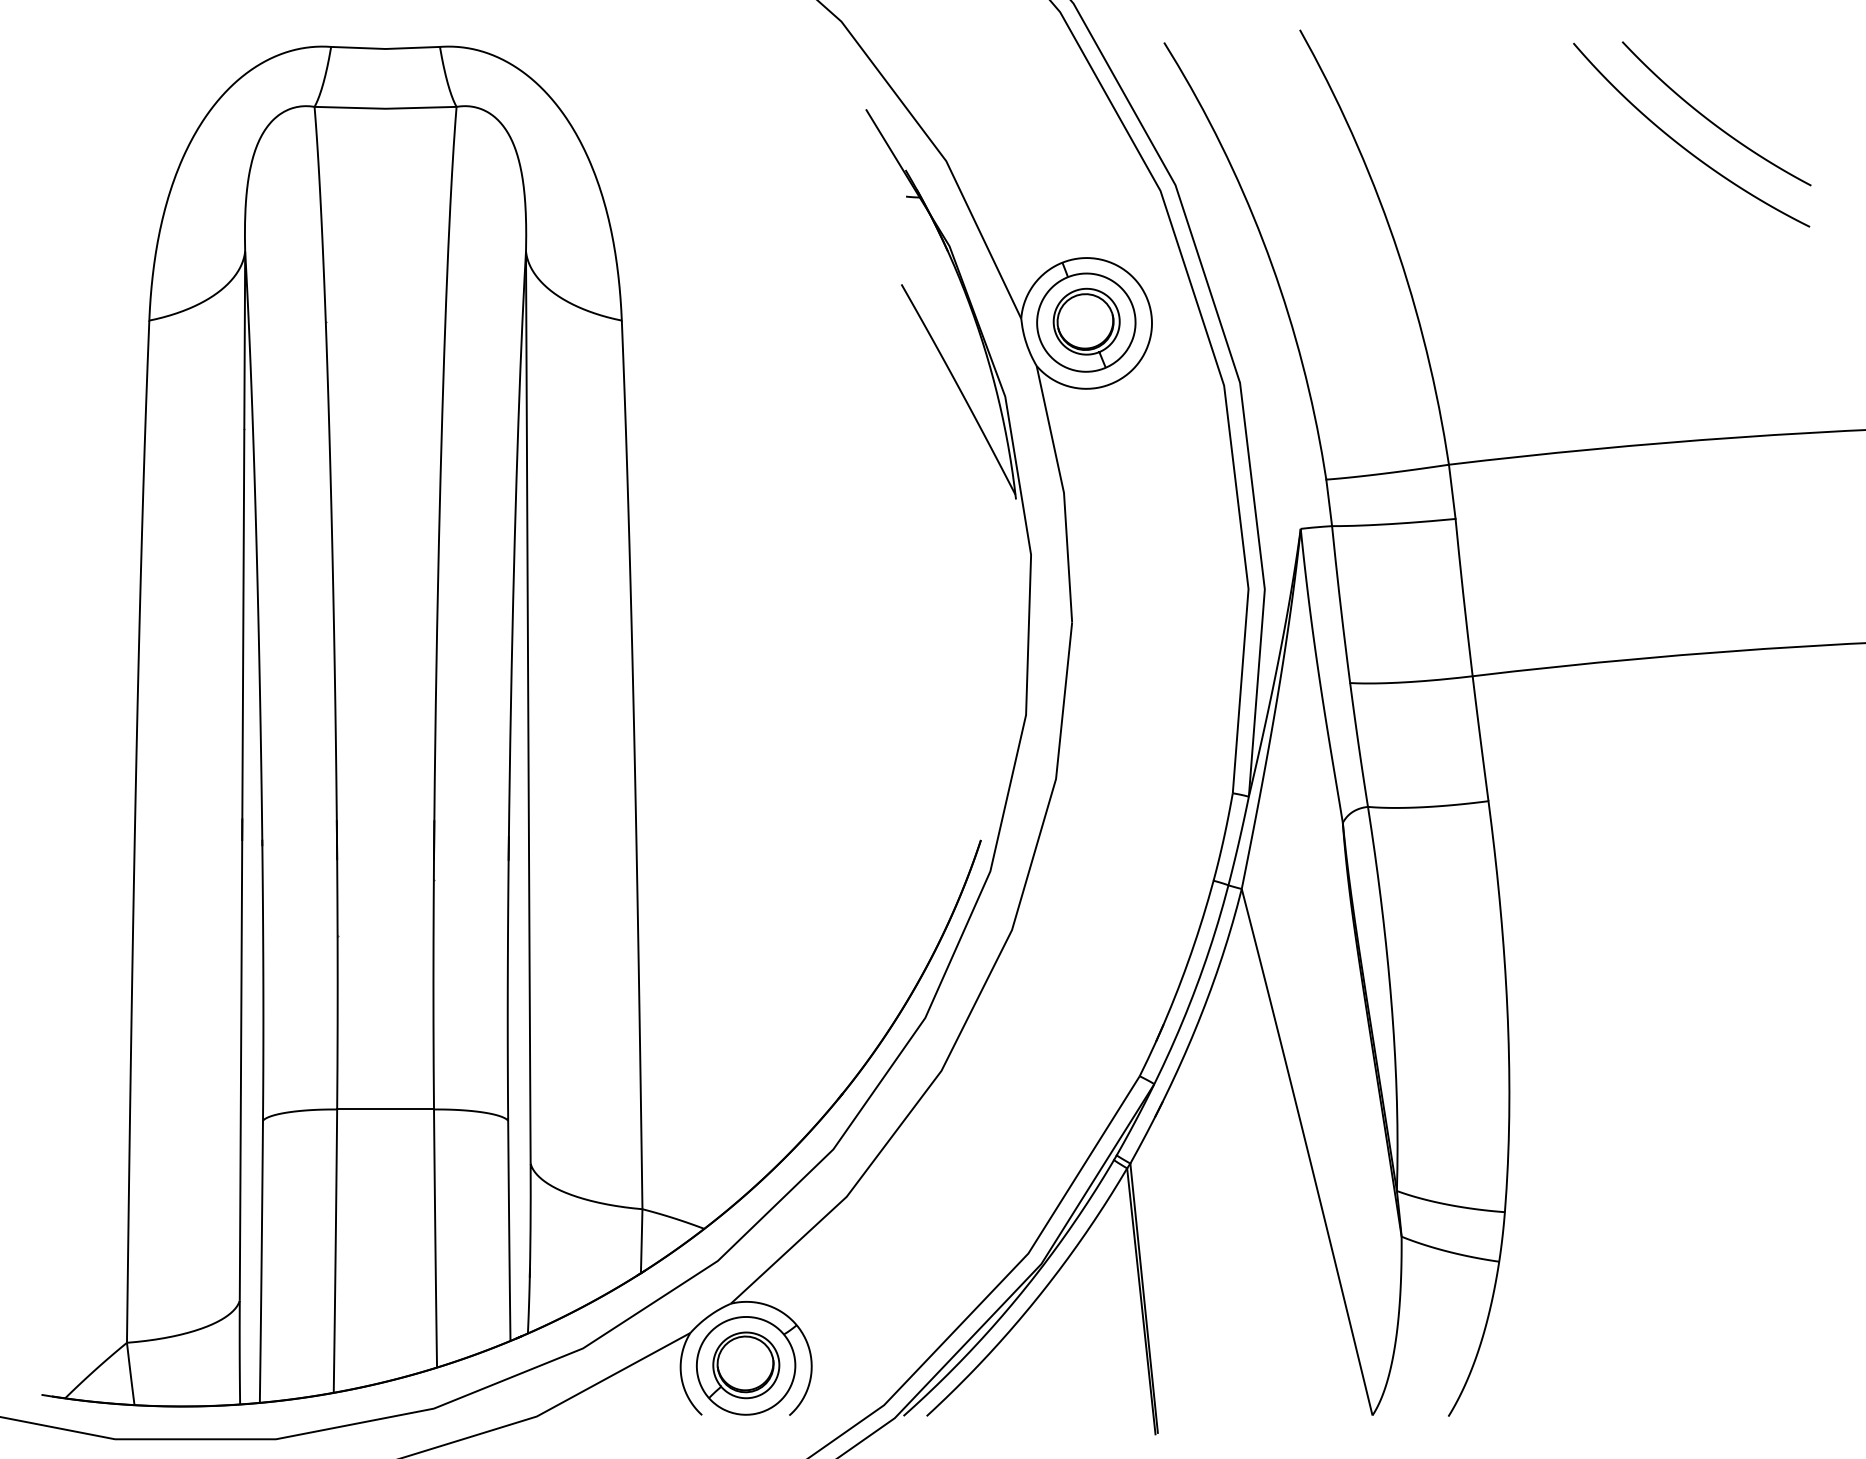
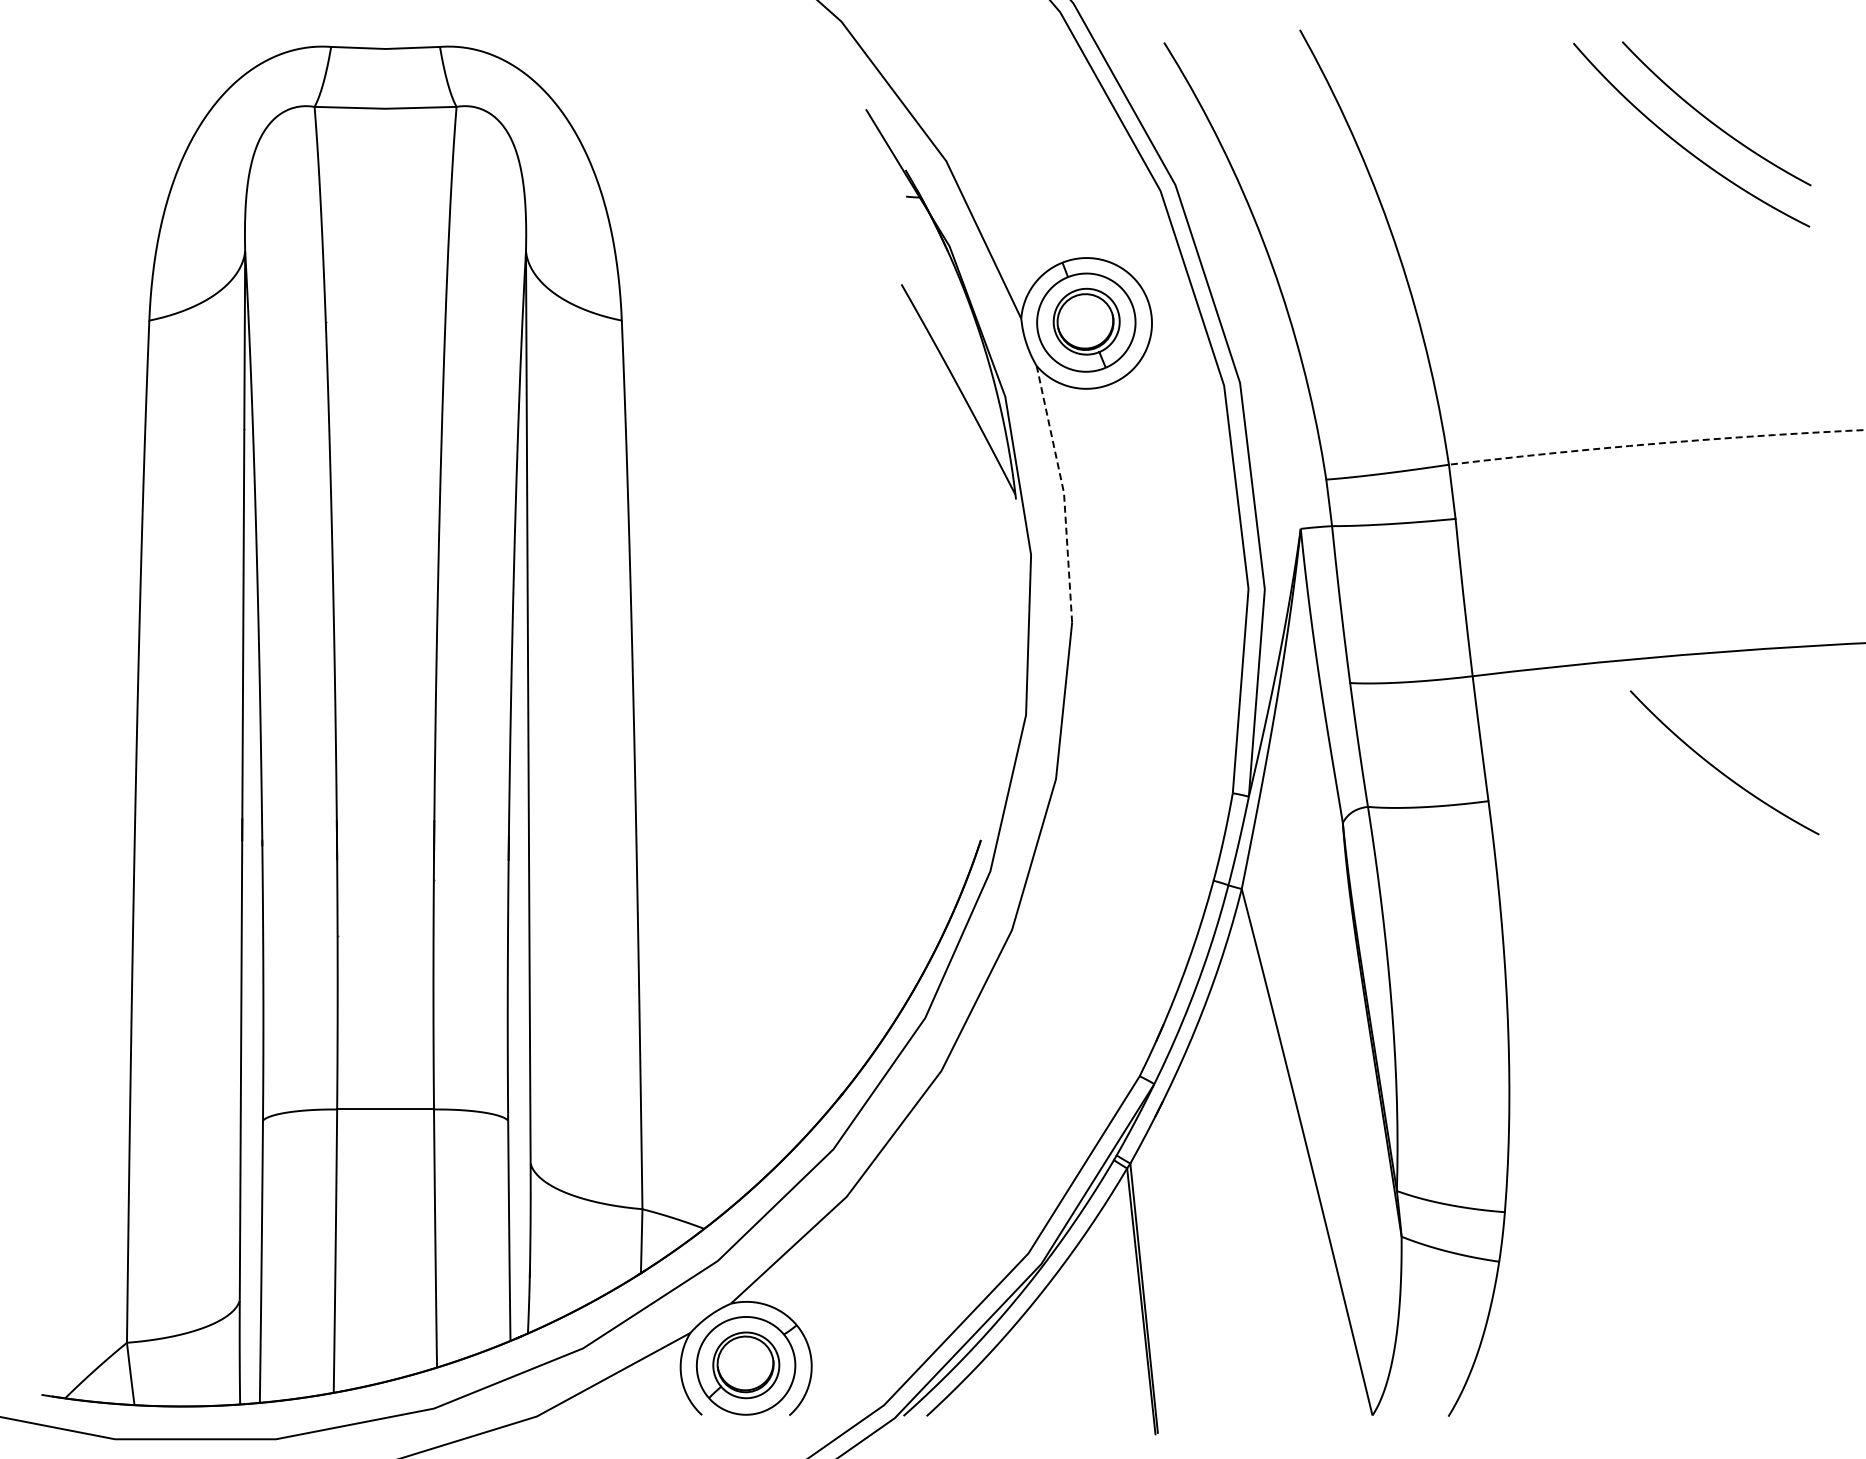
arc at (1656, 443): solid -> dashed
line at (1064, 492): solid -> dashed
curve at (1720, 770): none -> present
